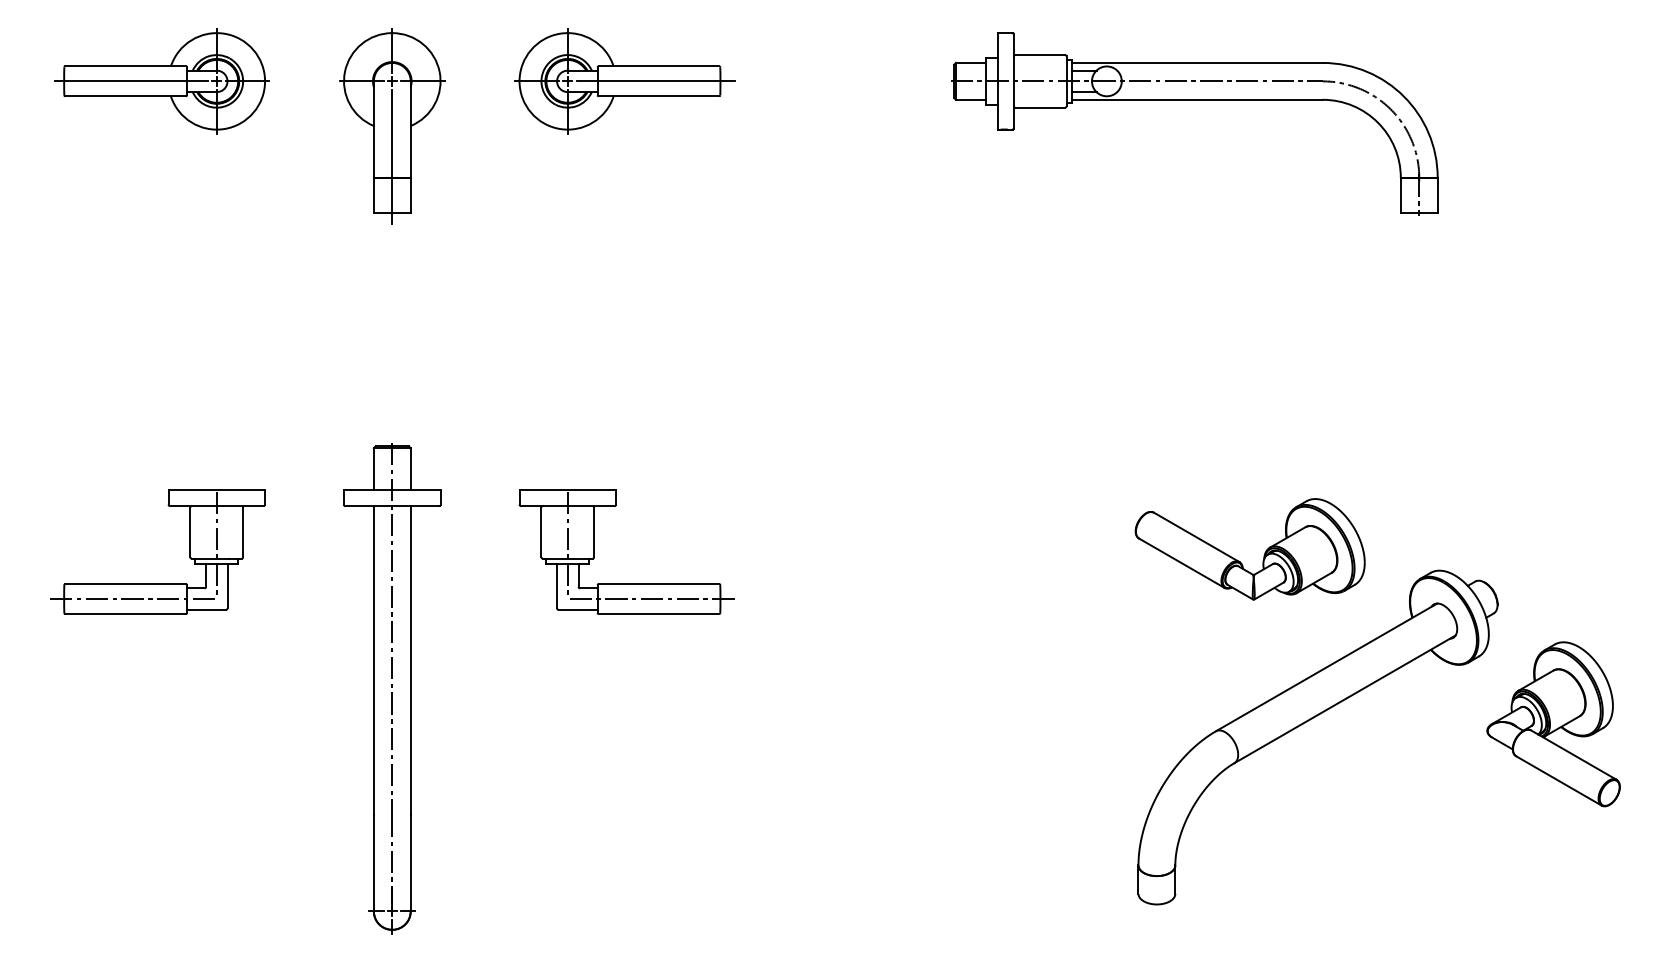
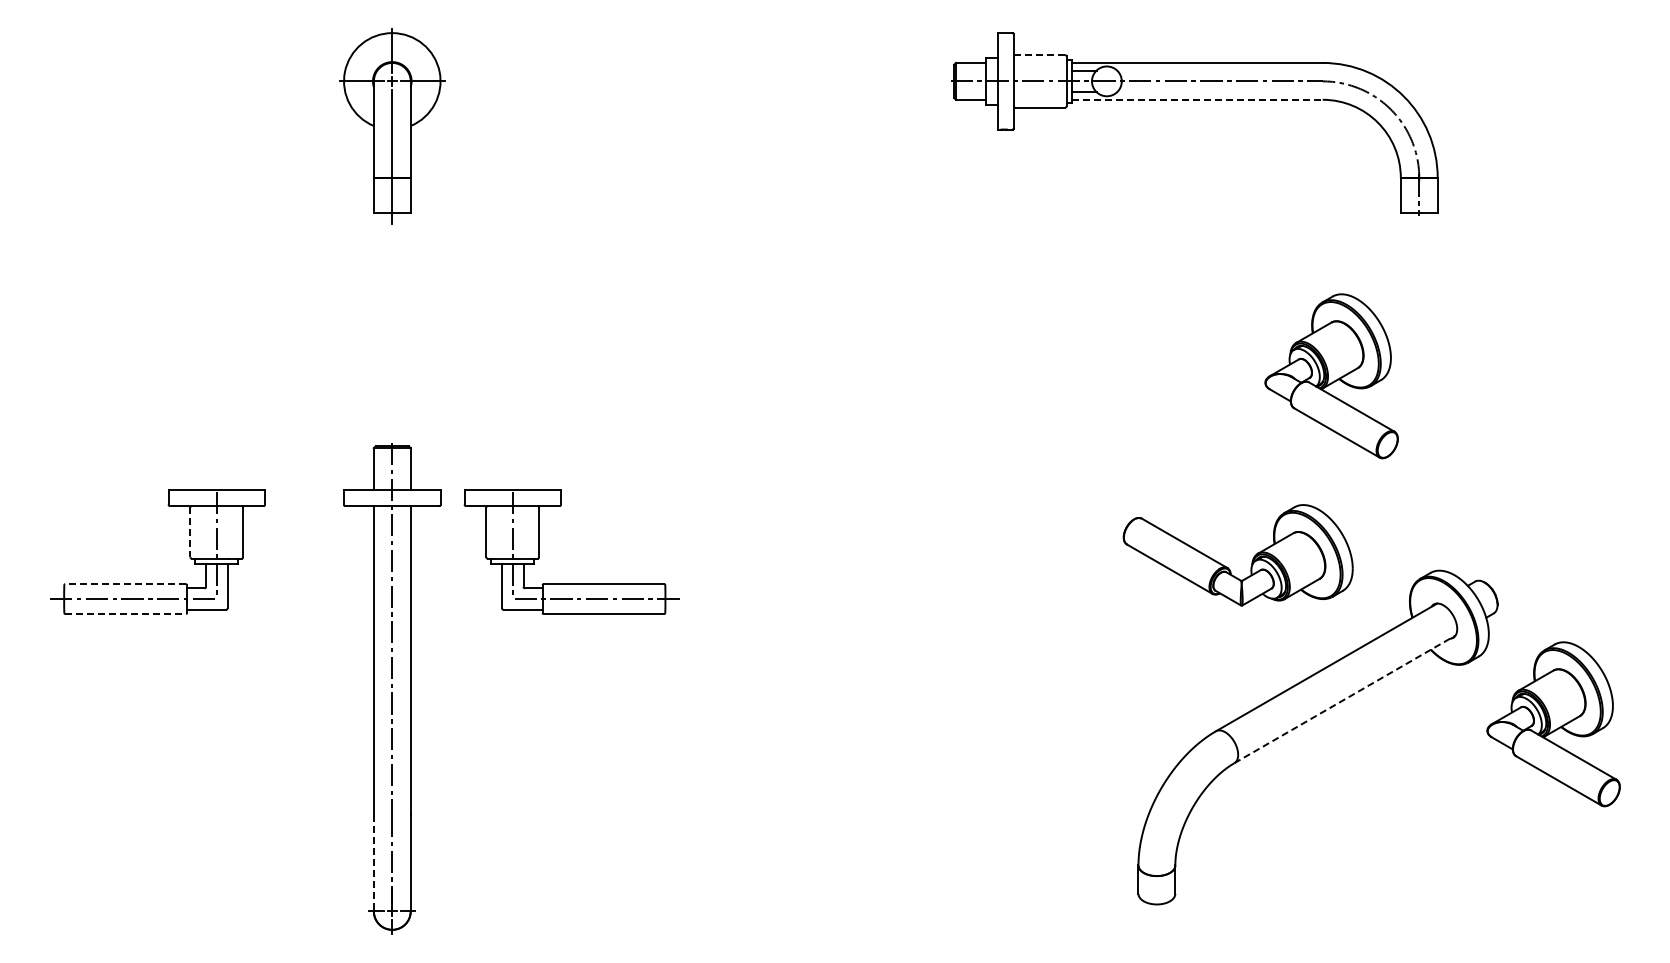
line at (1040, 55): solid -> dashed
part at (161, 81): present -> none
part at (624, 81): present -> none
line at (1197, 99): solid -> dashed
part at (1331, 376): none -> present
line at (190, 532): solid -> dashed
part at (594, 551) position: (594, 551) -> (539, 551)
part at (1239, 560) position: (1239, 560) -> (1227, 566)
line at (125, 584): solid -> dashed
line at (126, 613): solid -> dashed
line at (1345, 699): solid -> dashed
line at (373, 863): solid -> dashed
